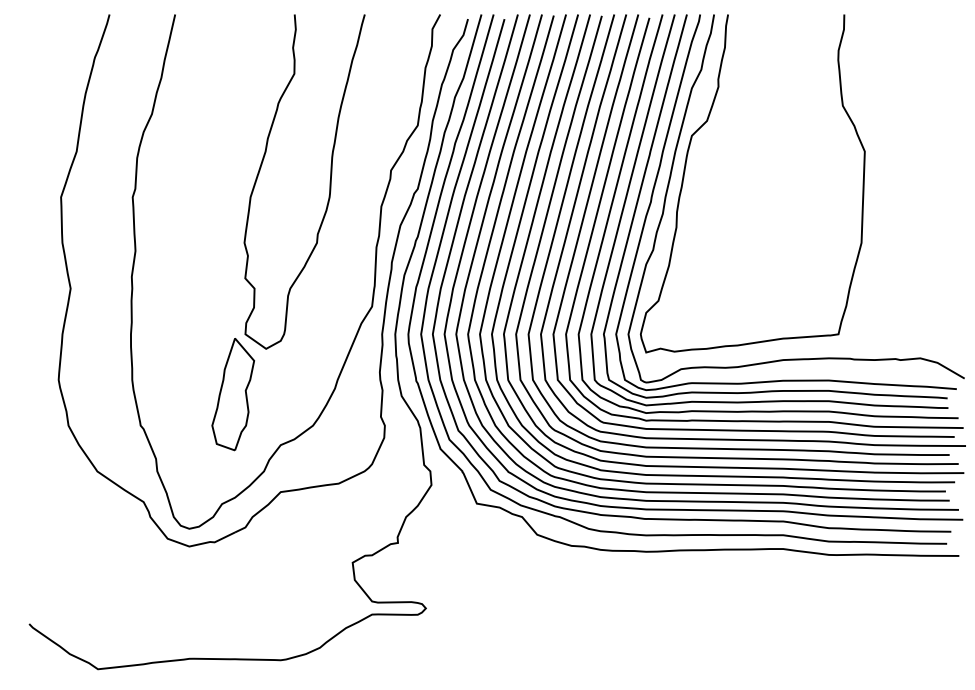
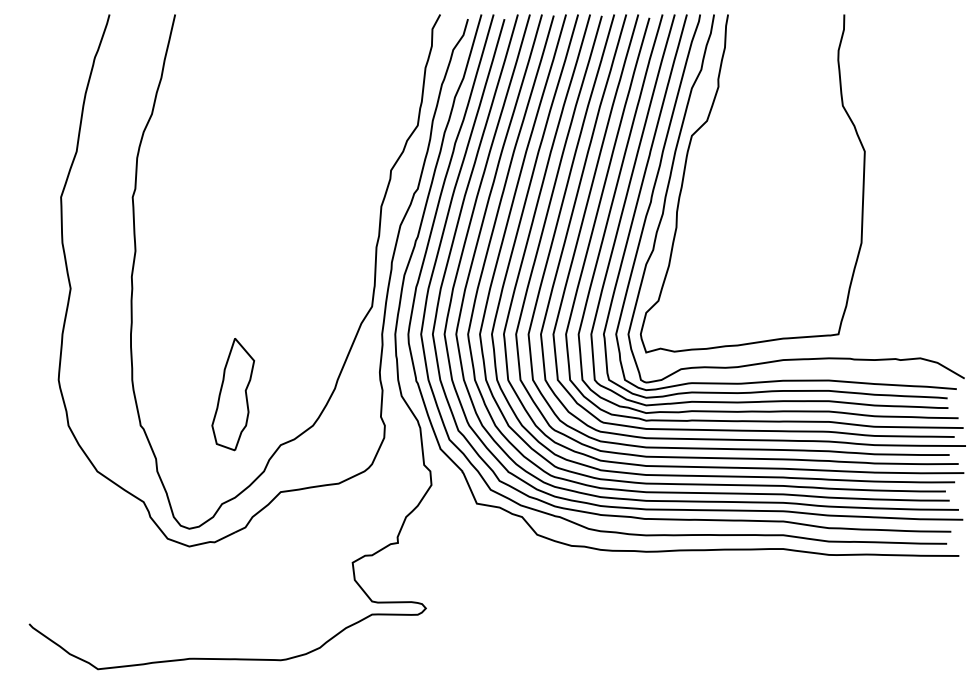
curve at (329, 181): present -> none
